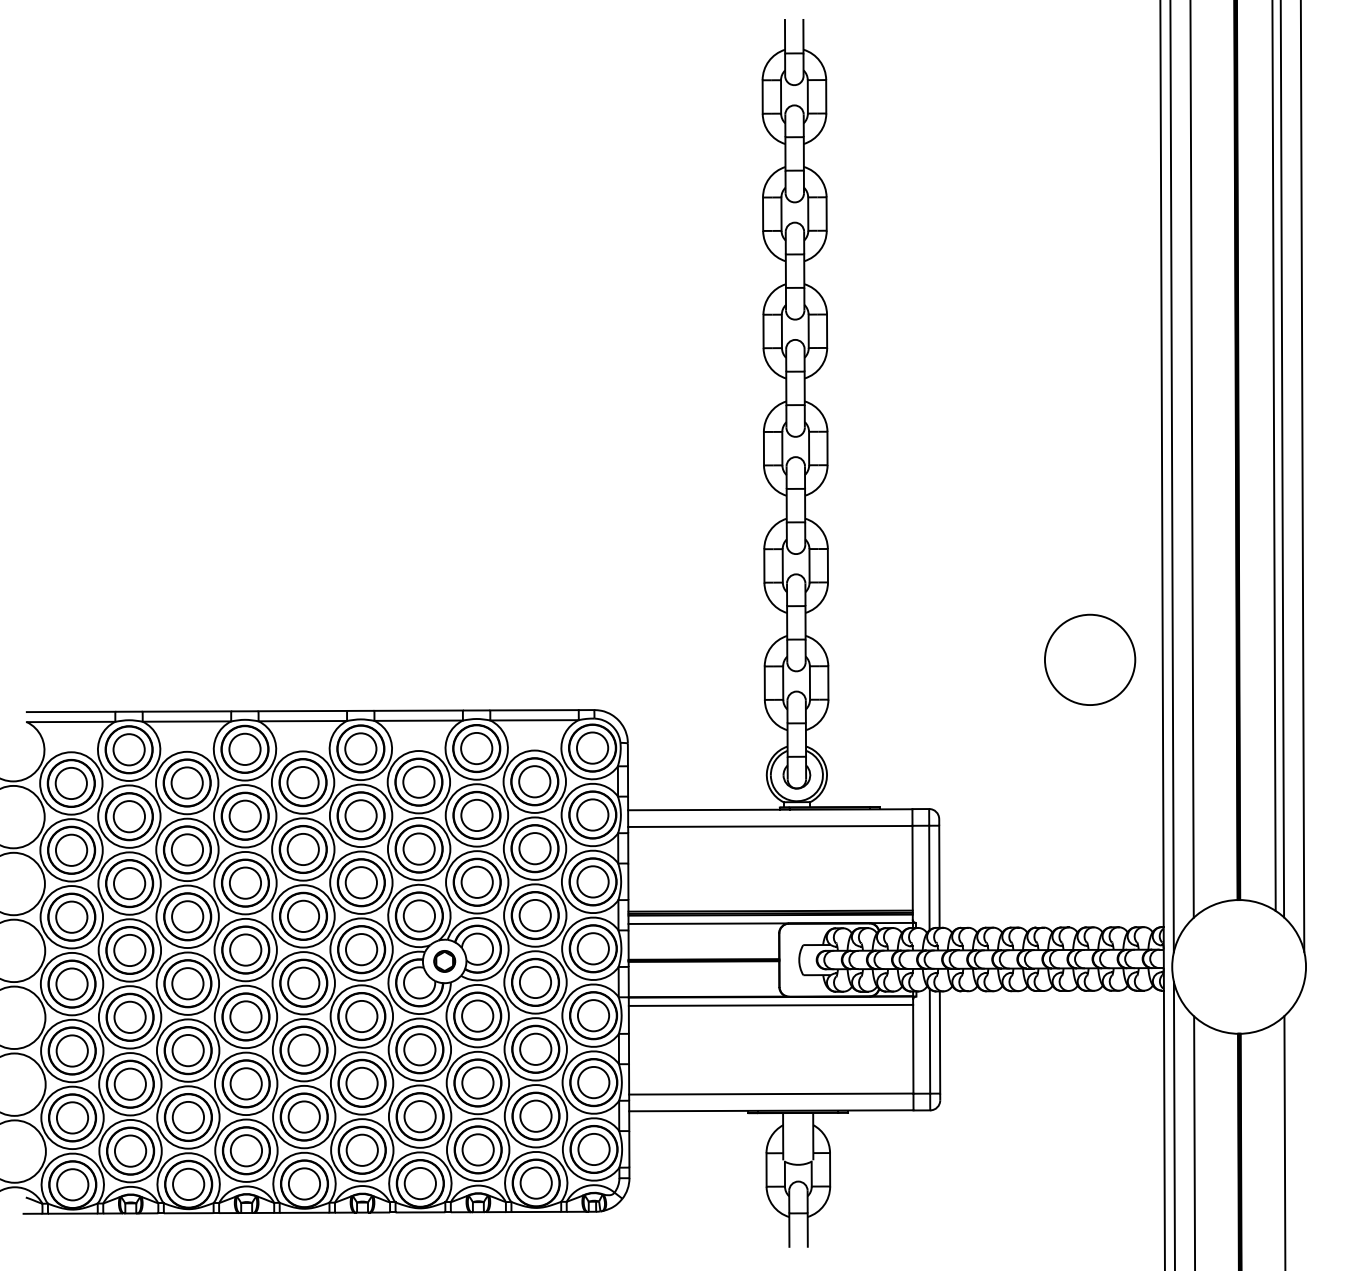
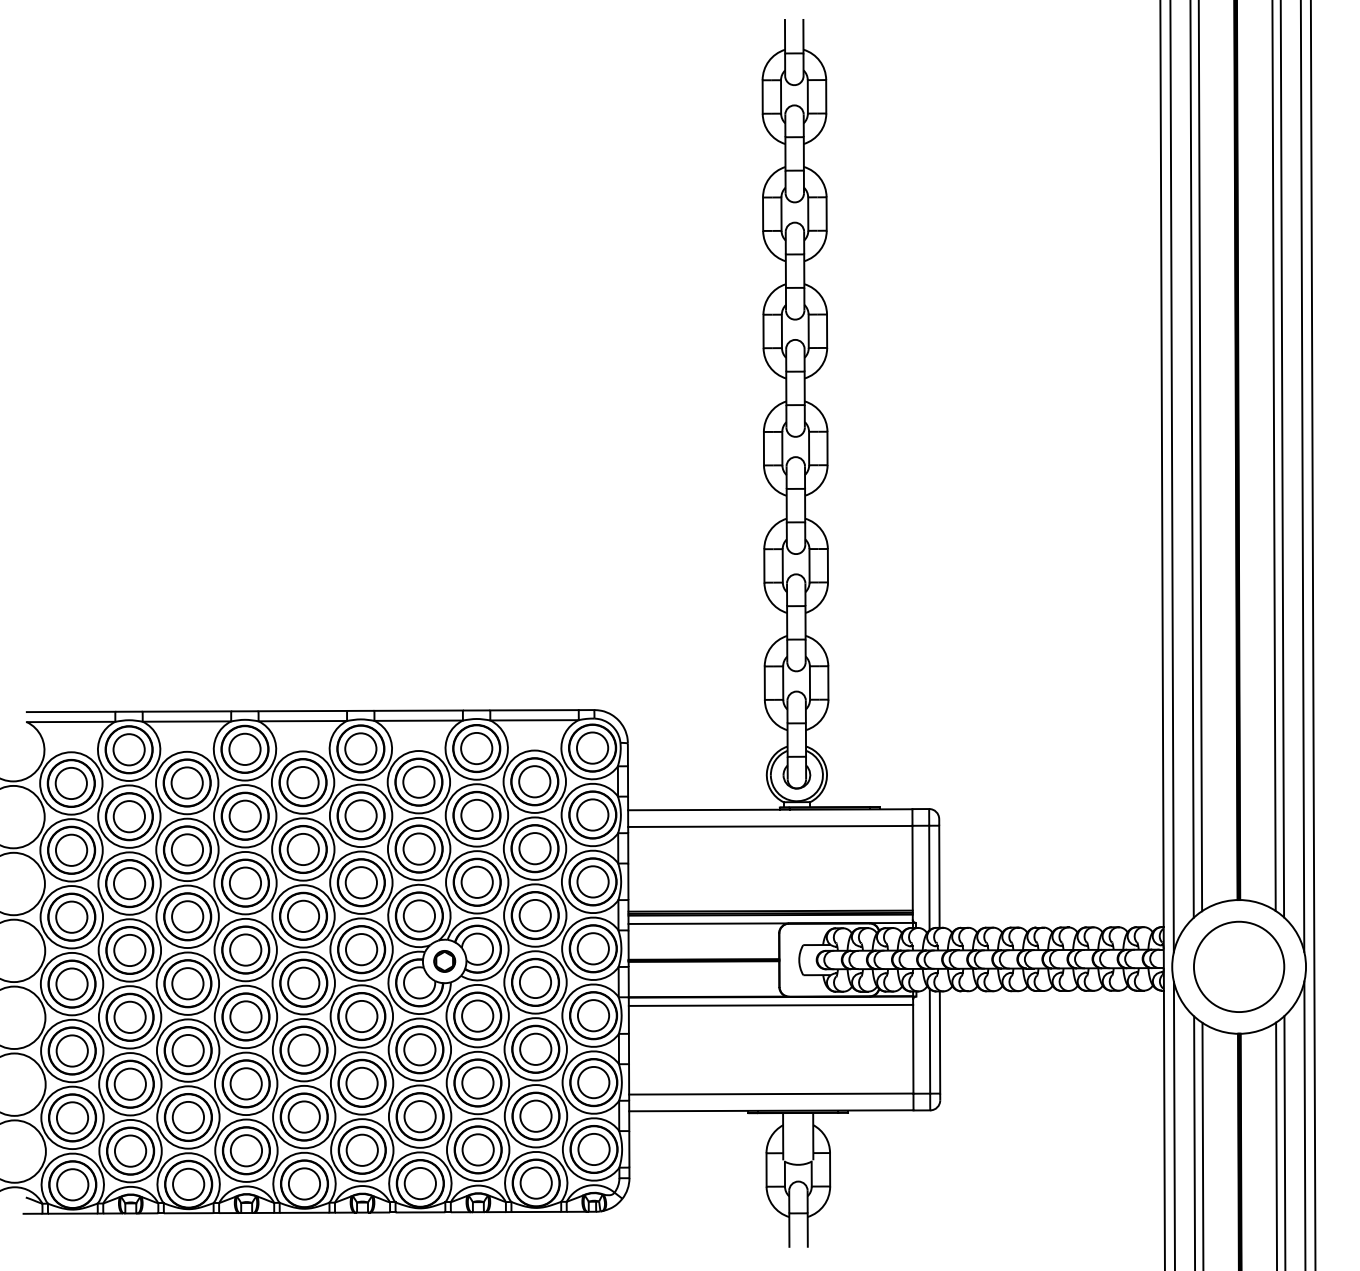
line at (1200, 456): none -> present
line at (1312, 634): none -> present
circle at (1090, 659) position: (1090, 659) -> (1239, 966)
line at (1304, 1124): none -> present
line at (1202, 1144): none -> present
line at (1276, 1144): none -> present
